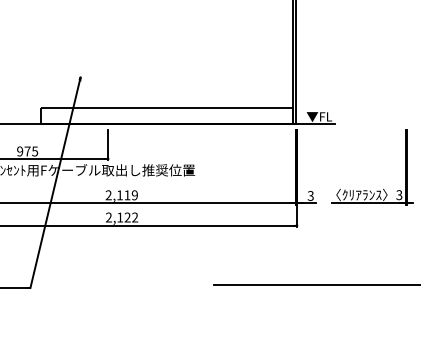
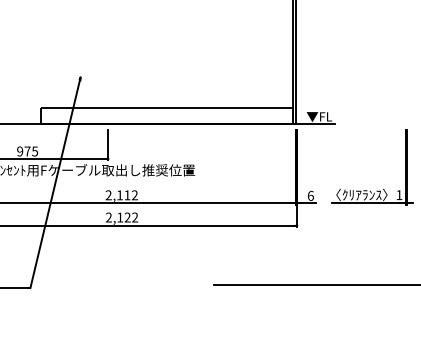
text at (134, 195): 2,119 -> 2,112
text at (310, 195): 3 -> 6
text at (399, 195): 3 -> 1
